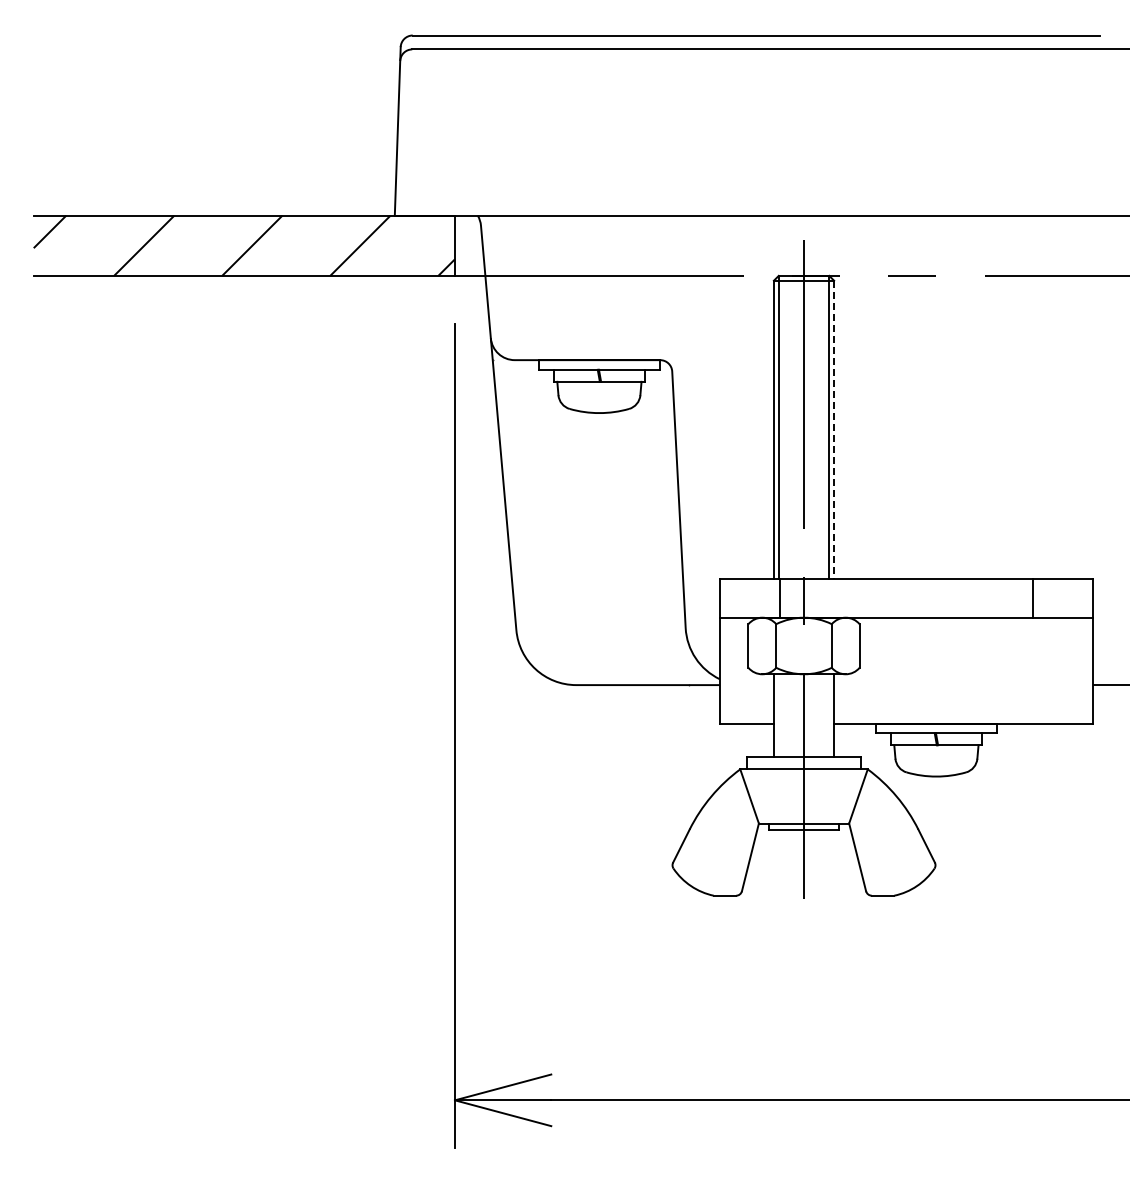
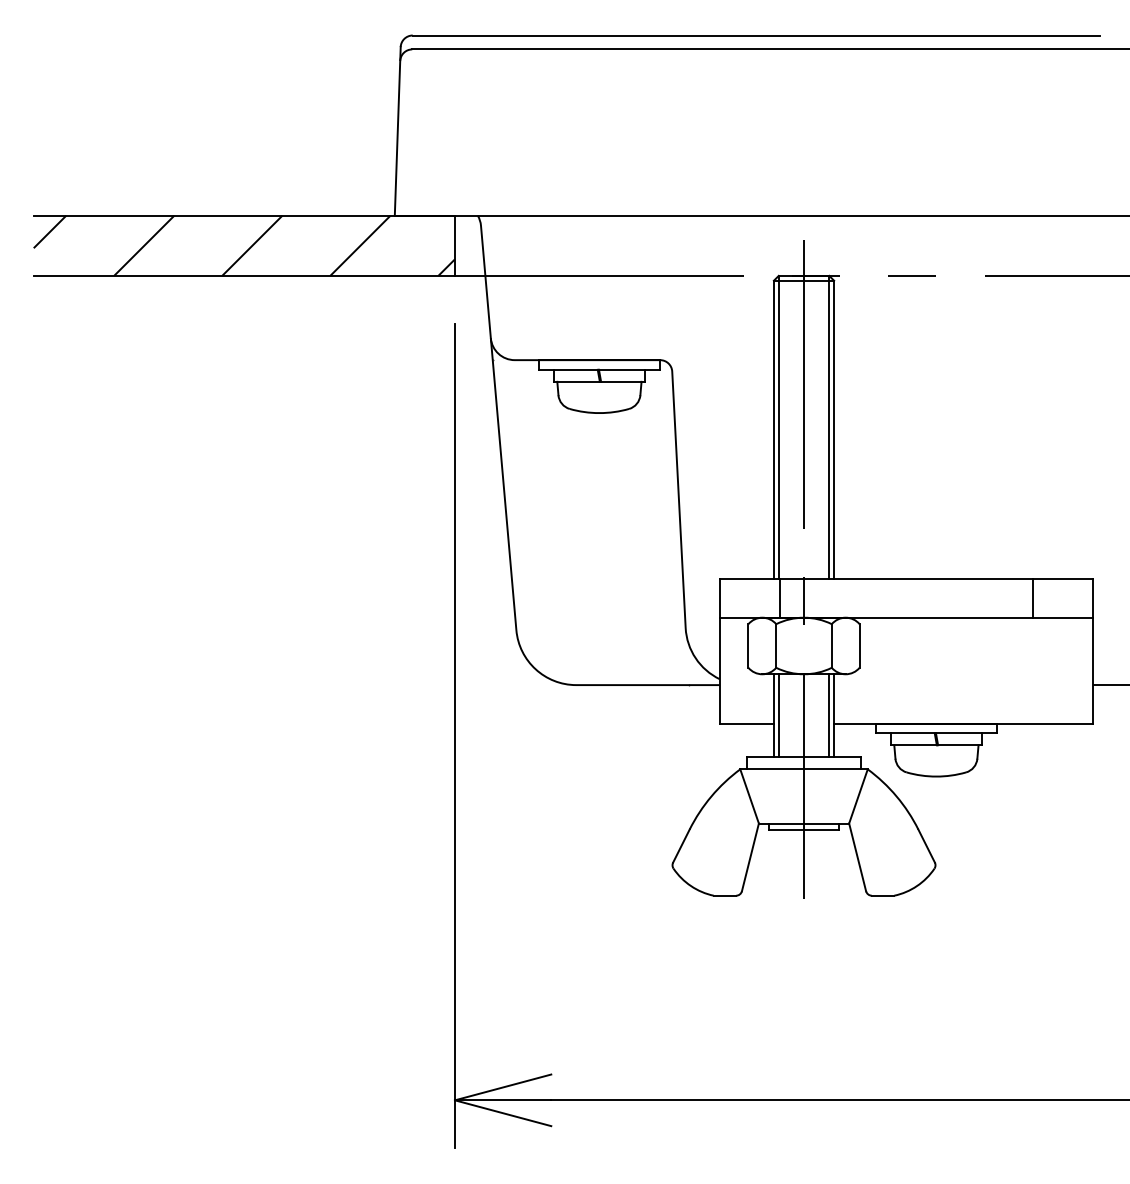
line at (834, 430): dashed -> solid
line at (778, 715): none -> present
line at (829, 715): none -> present
